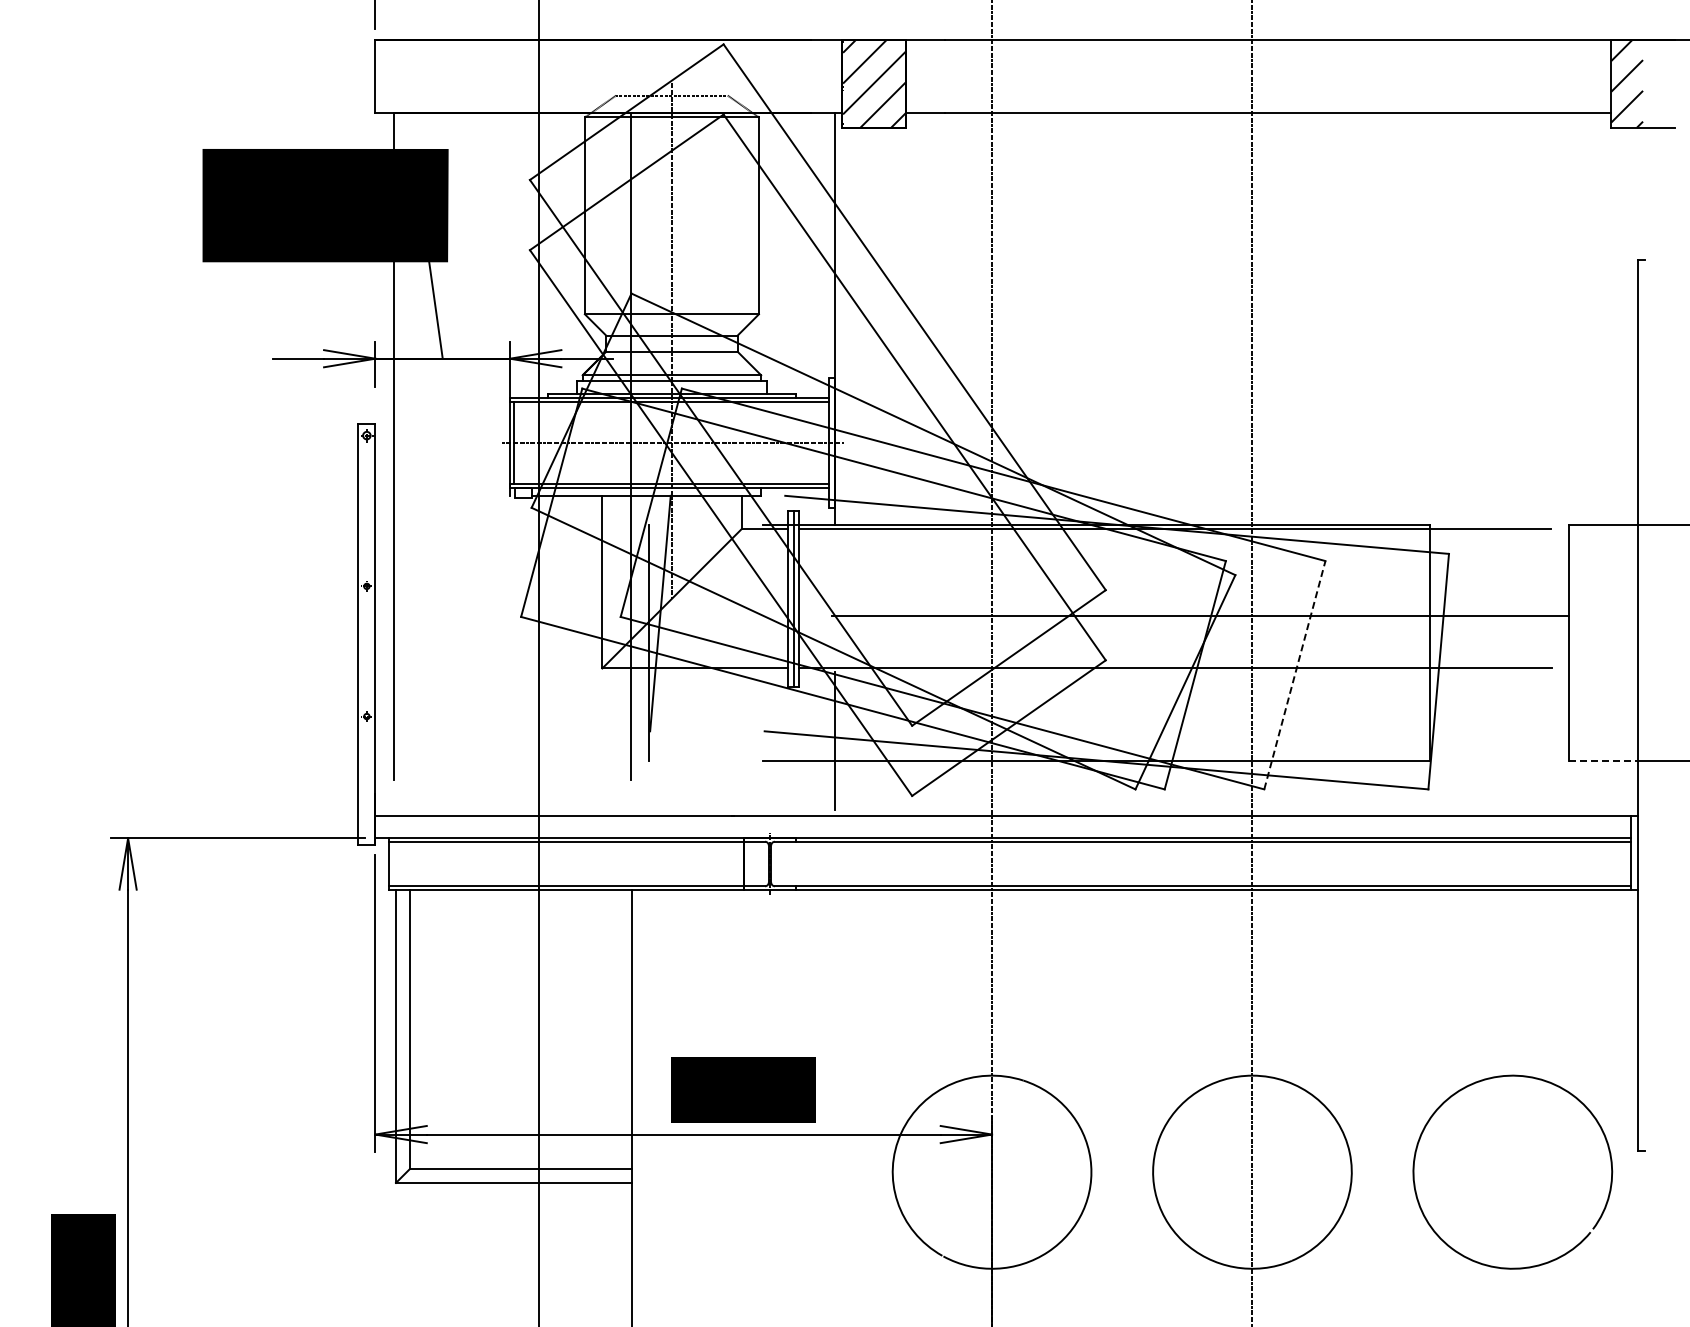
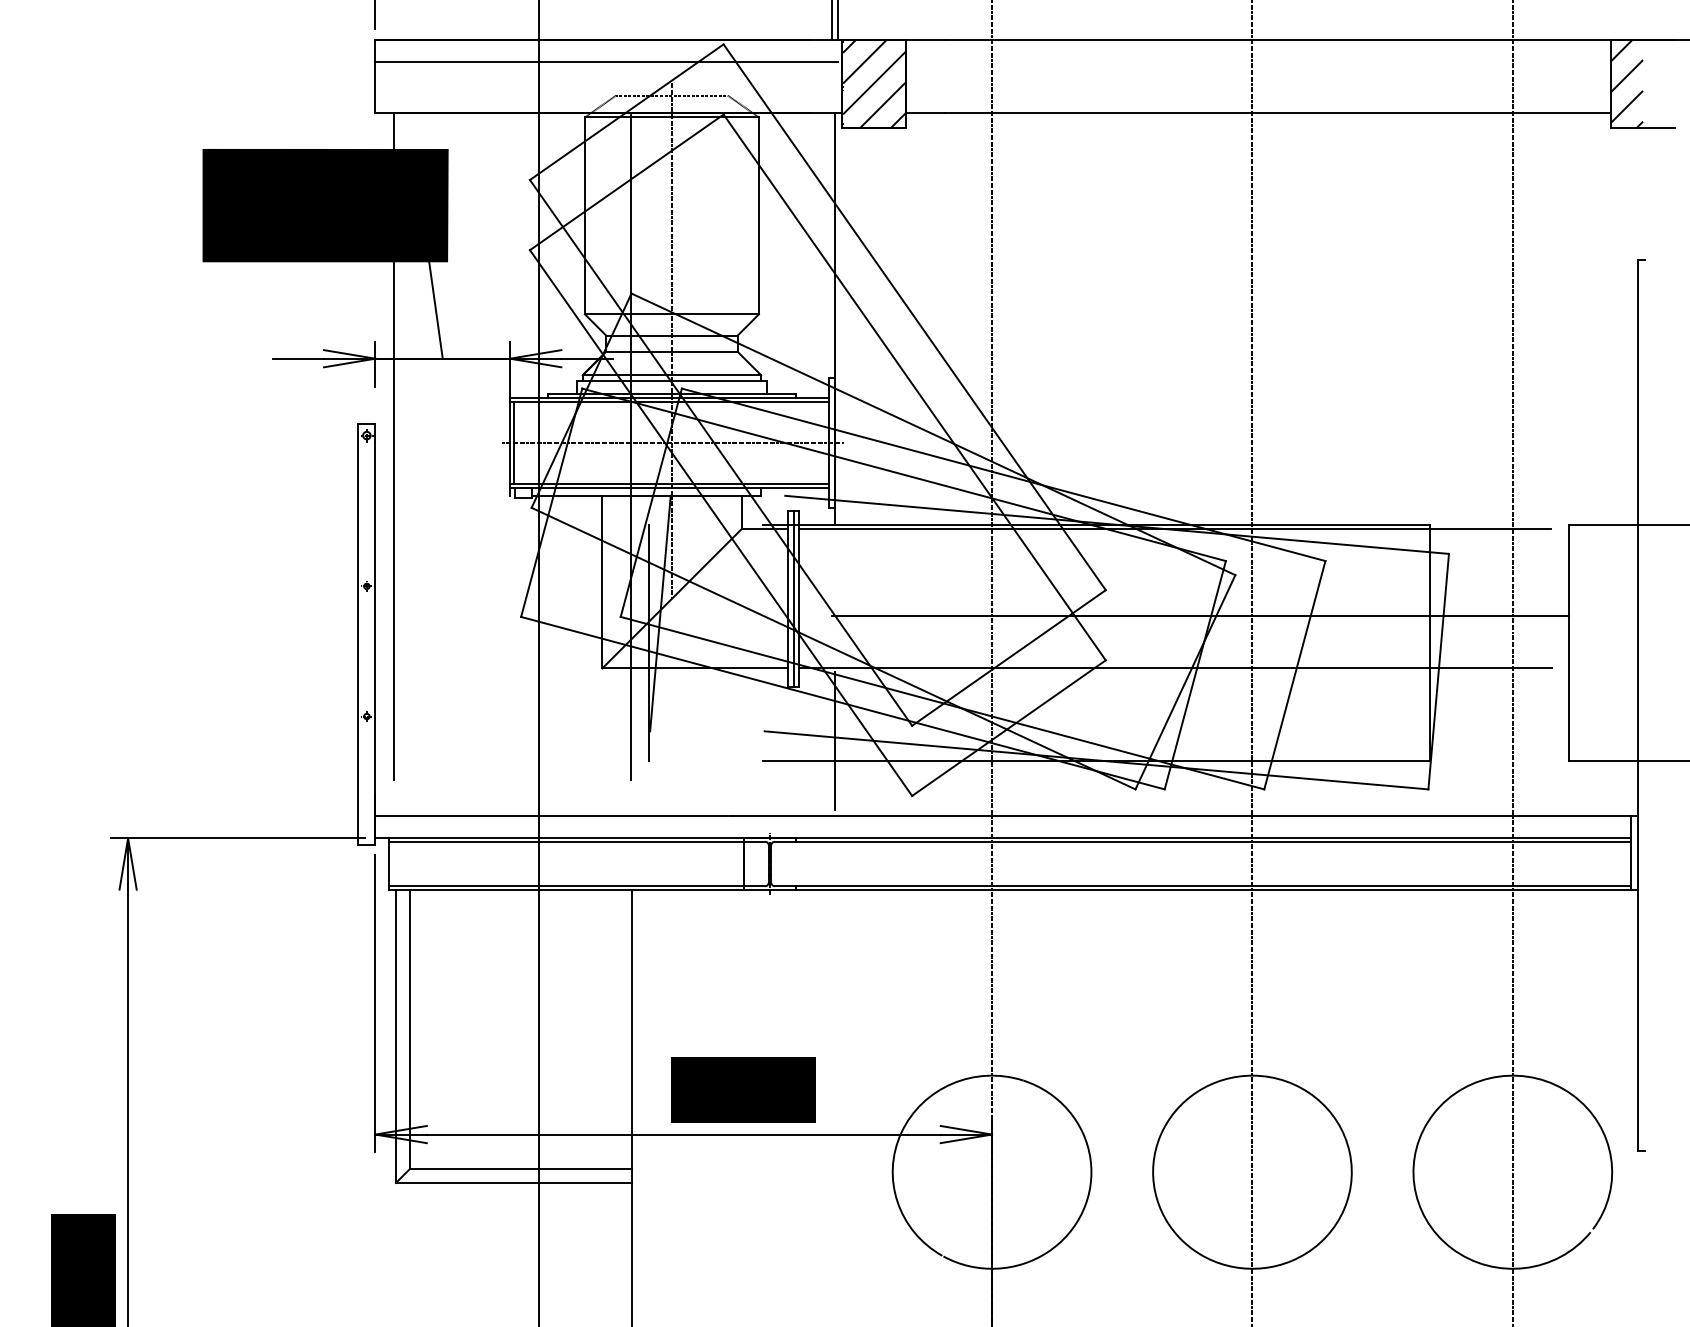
line at (832, 20): none -> present
line at (837, 20): none -> present
line at (606, 62): none -> present
line at (1512, 662): none -> present
line at (1295, 674): dashed -> solid
line at (1604, 761): dashed -> solid
